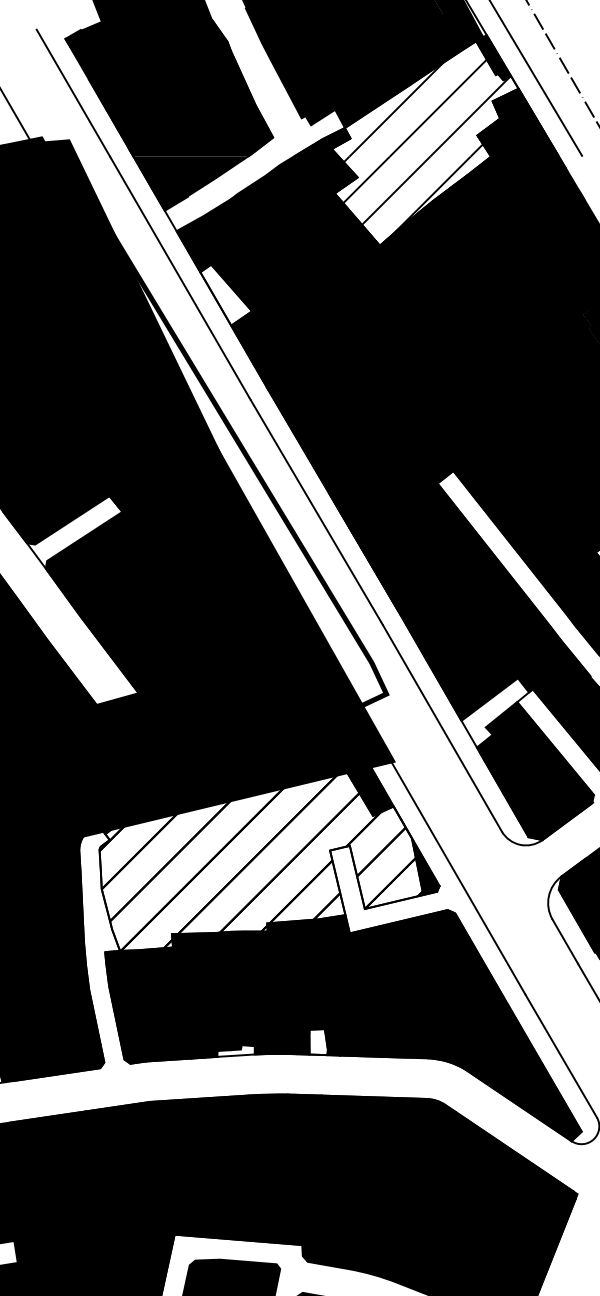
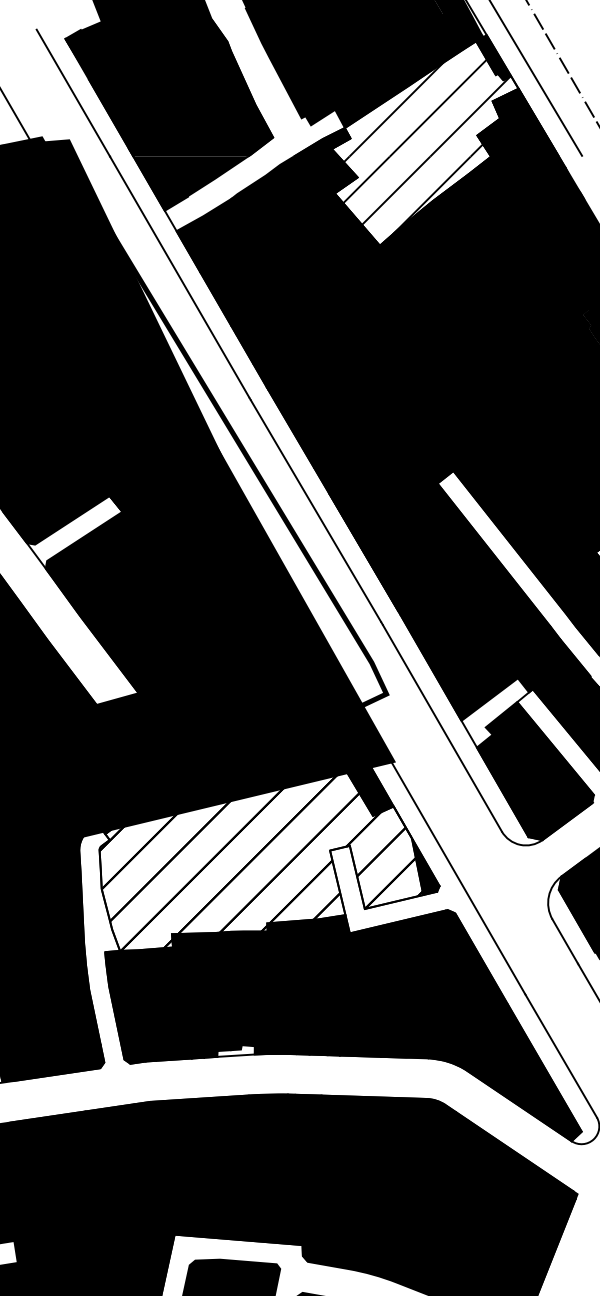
fill at (226, 294): none -> present
fill at (318, 1042): none -> present
